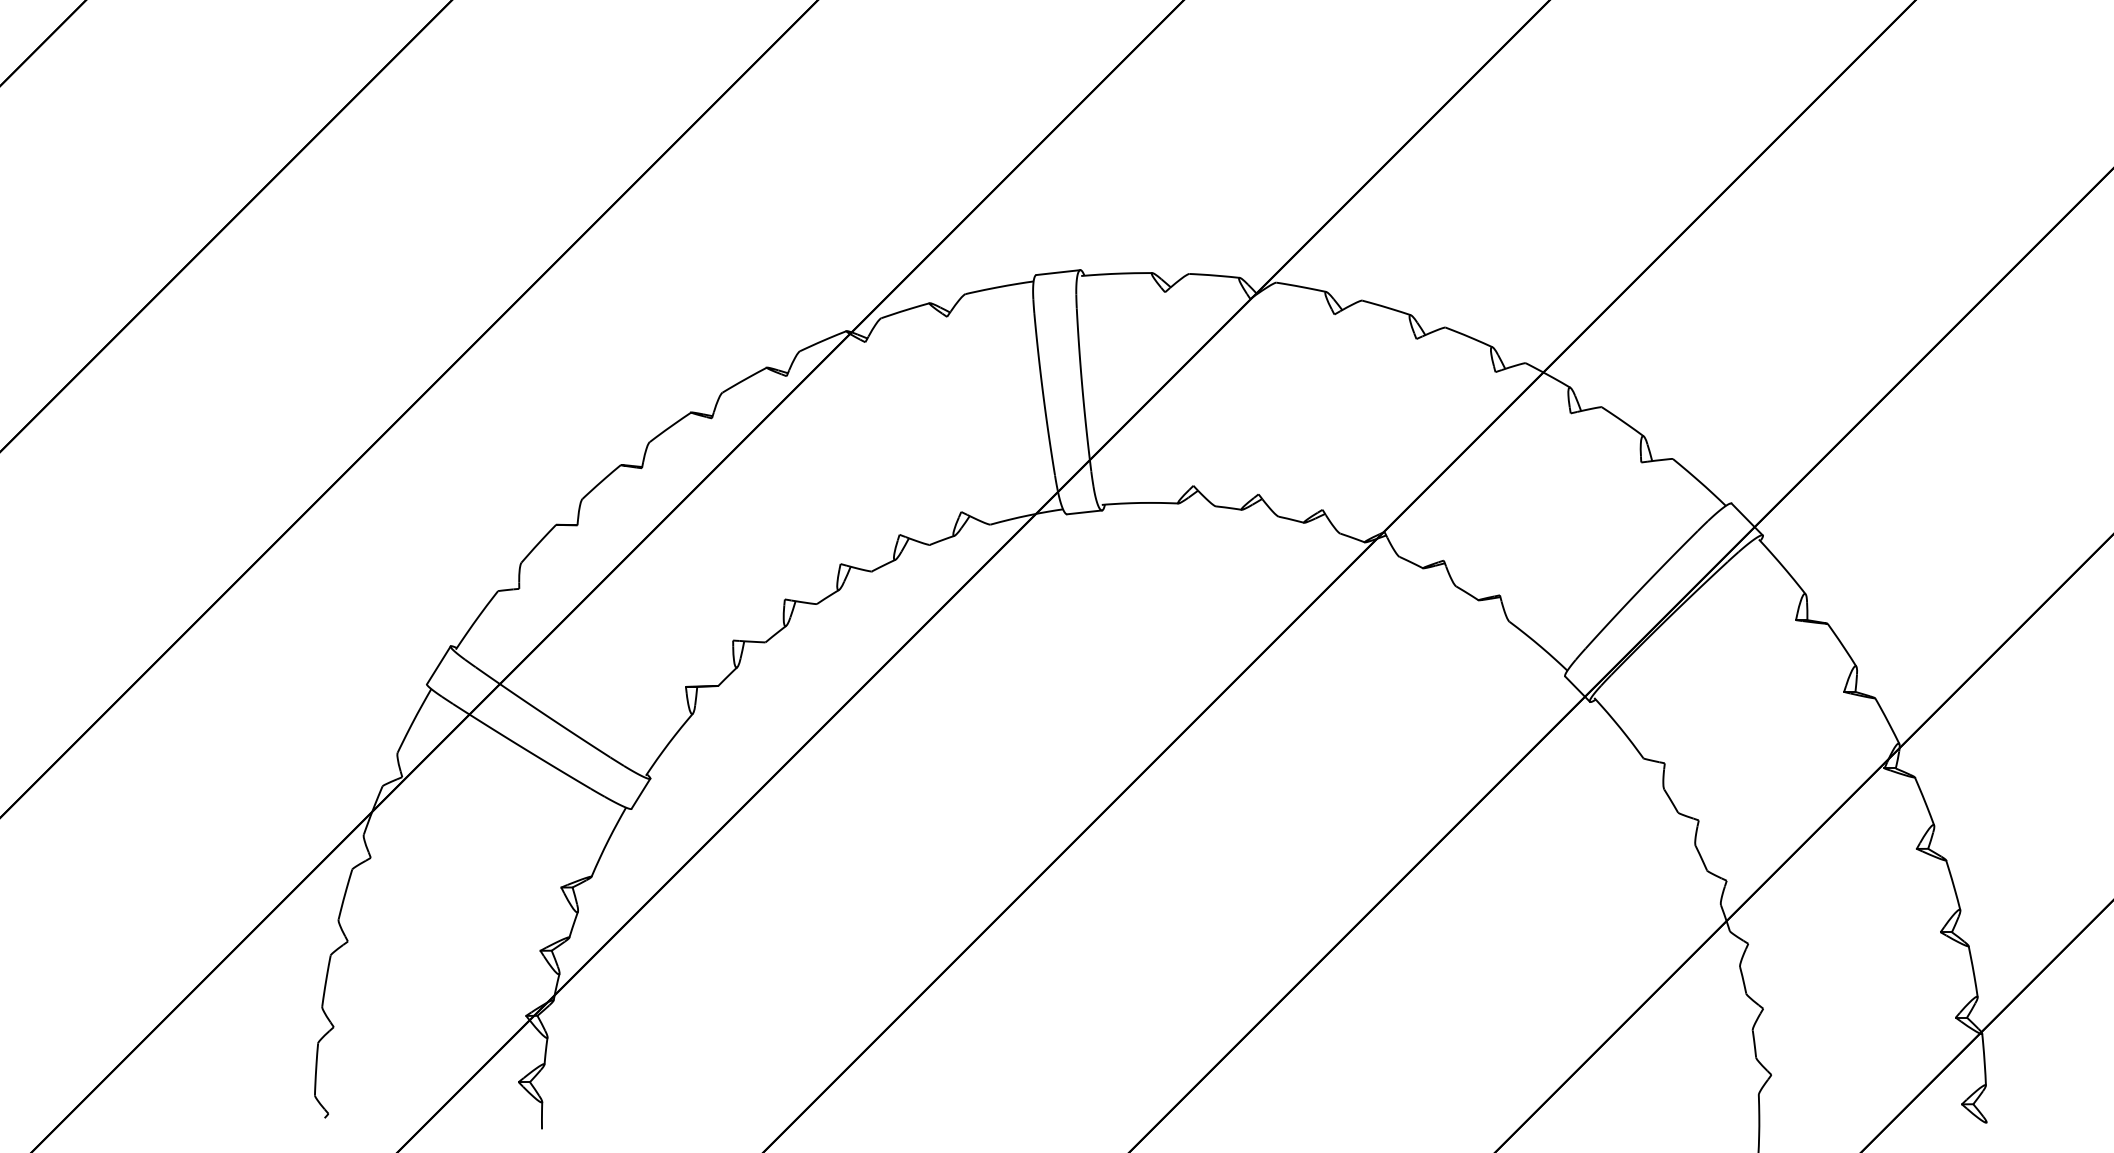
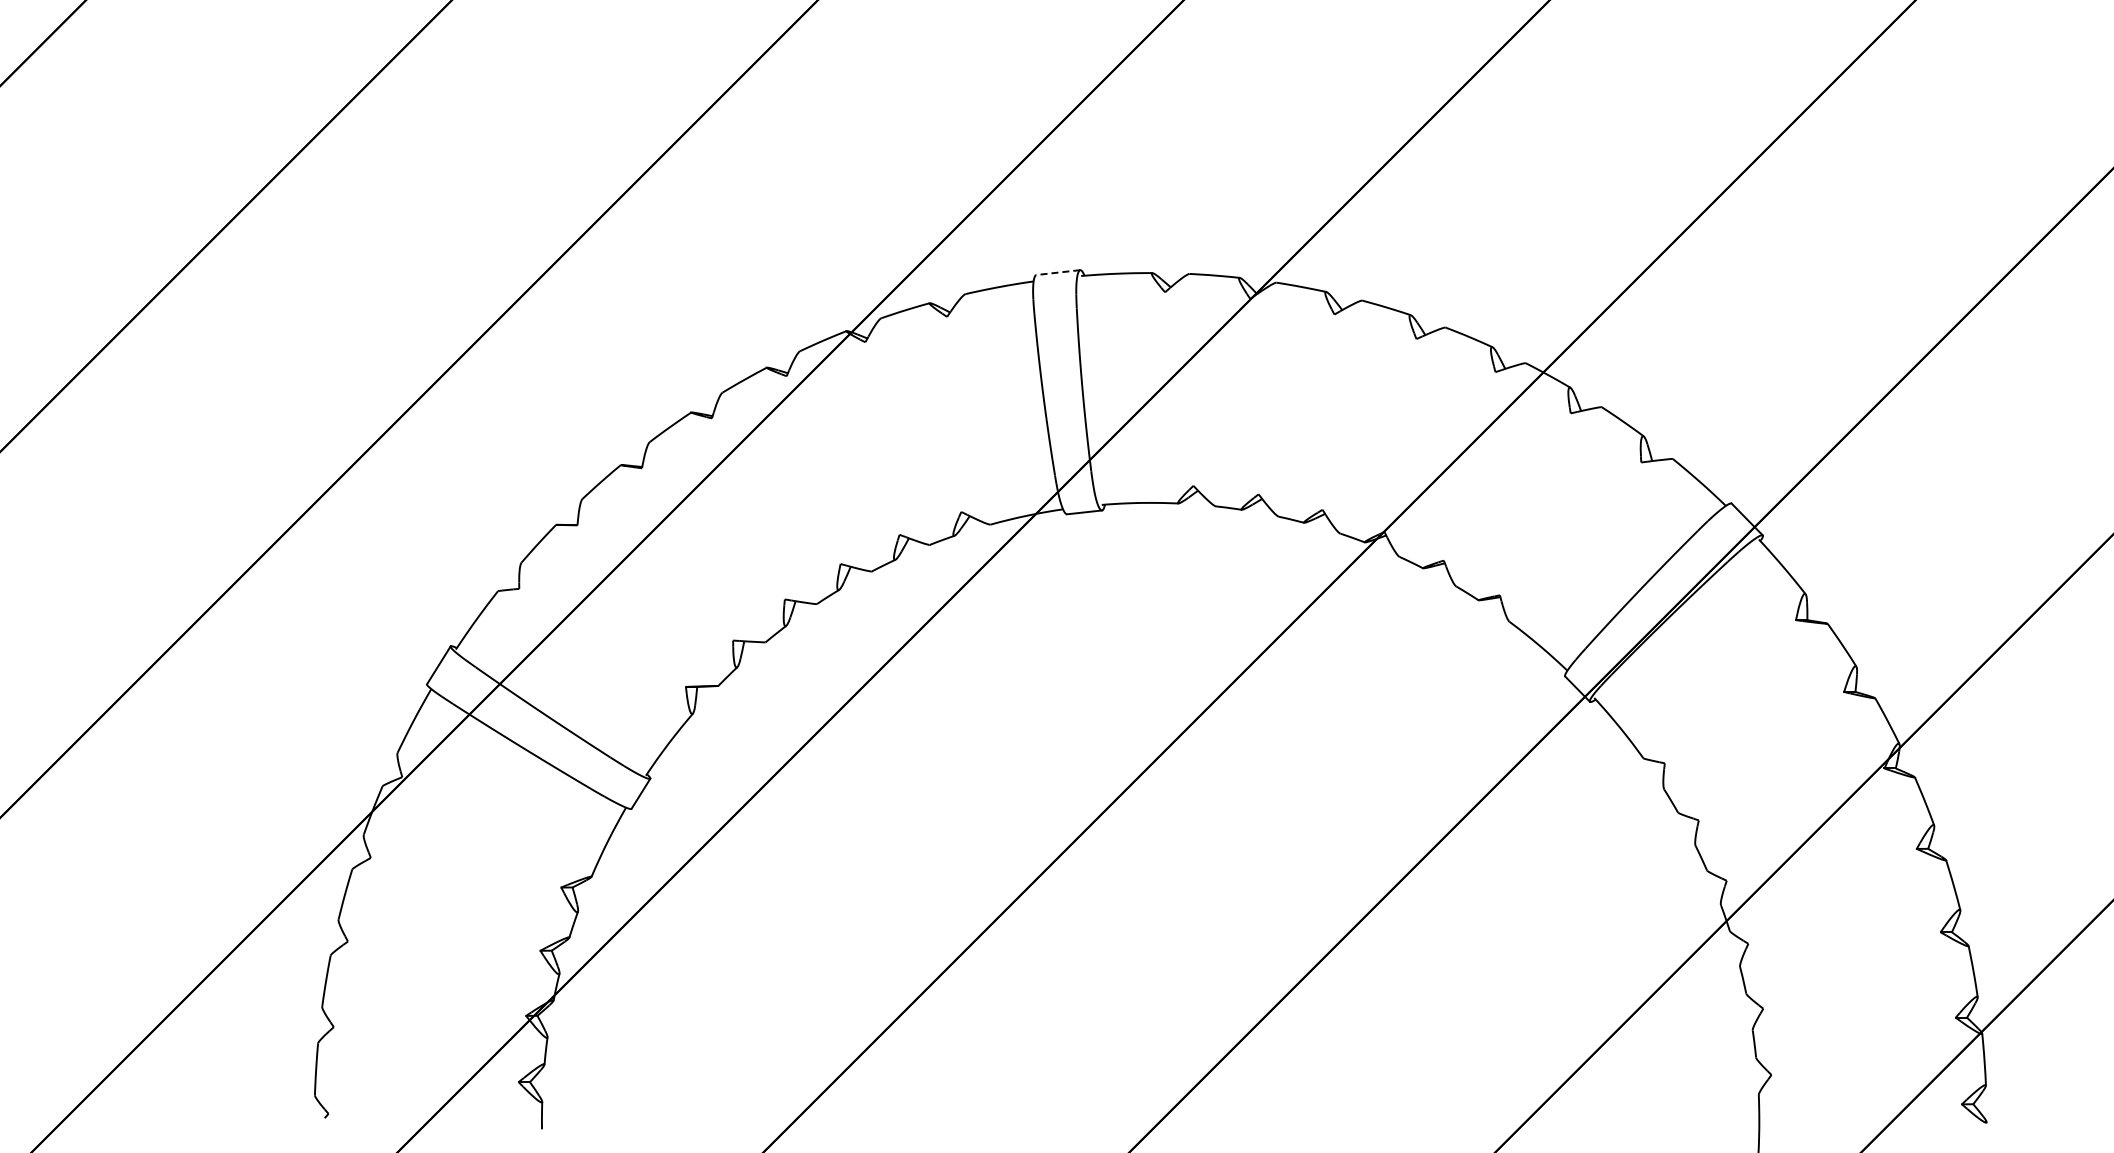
line at (1057, 272): solid -> dashed
